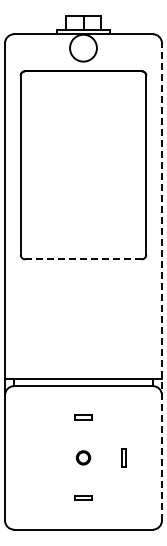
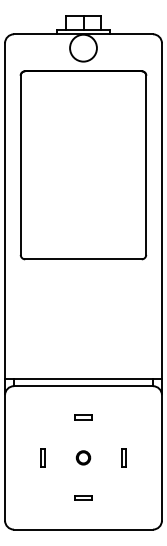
line at (83, 259): dashed -> solid
line at (161, 281): dashed -> solid
part at (42, 457): none -> present
